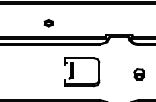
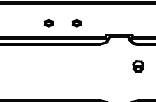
part at (76, 23): none -> present
part at (73, 72): present -> none
part at (138, 74) position: (138, 74) -> (137, 66)
